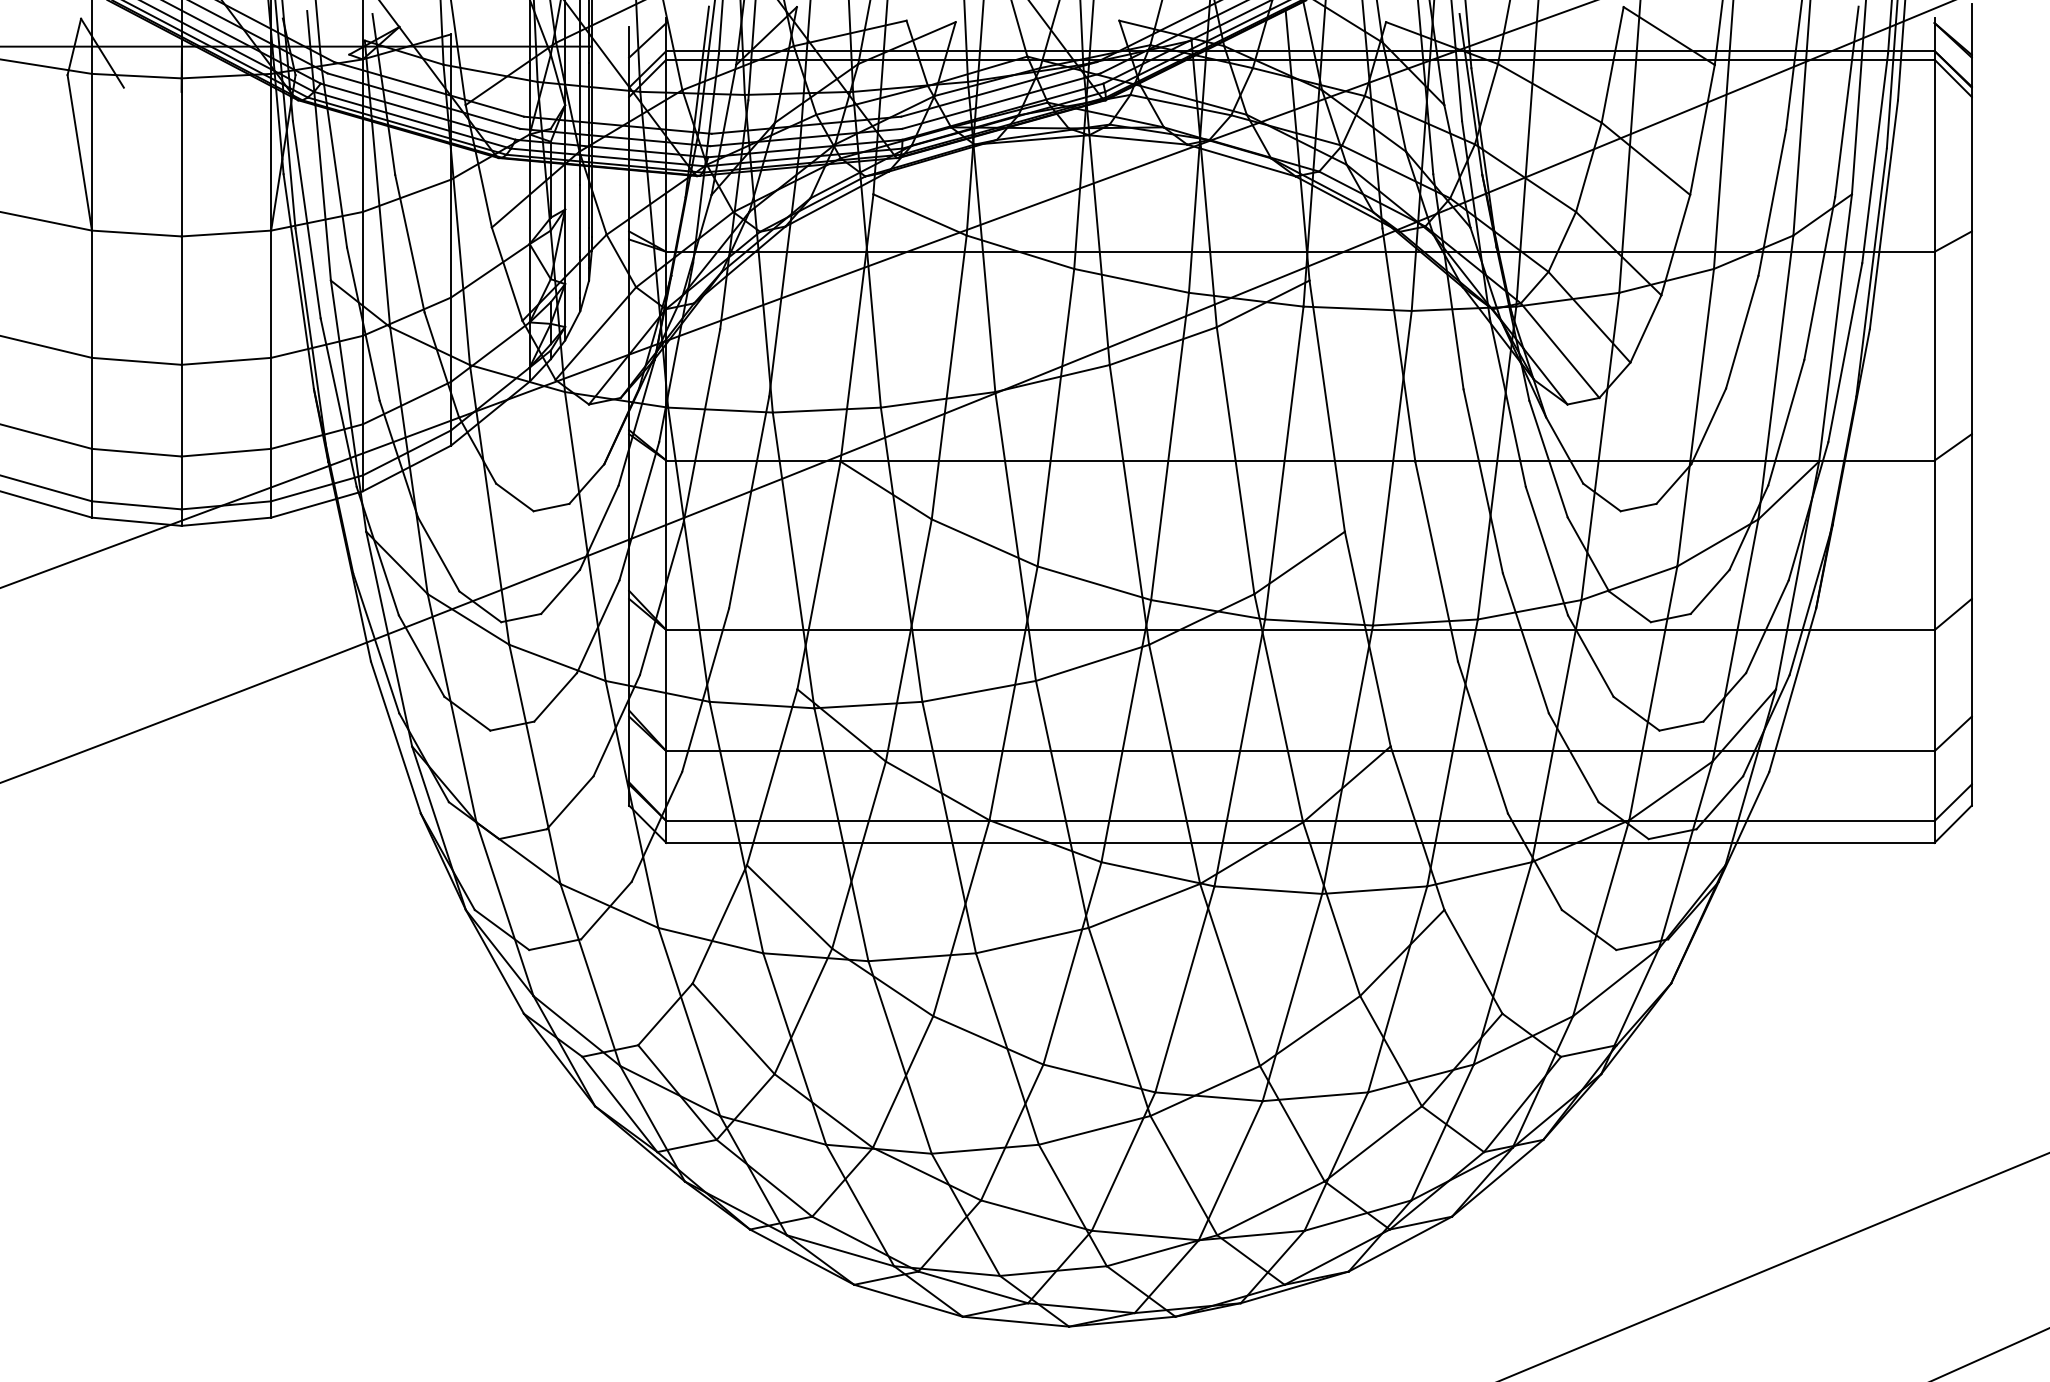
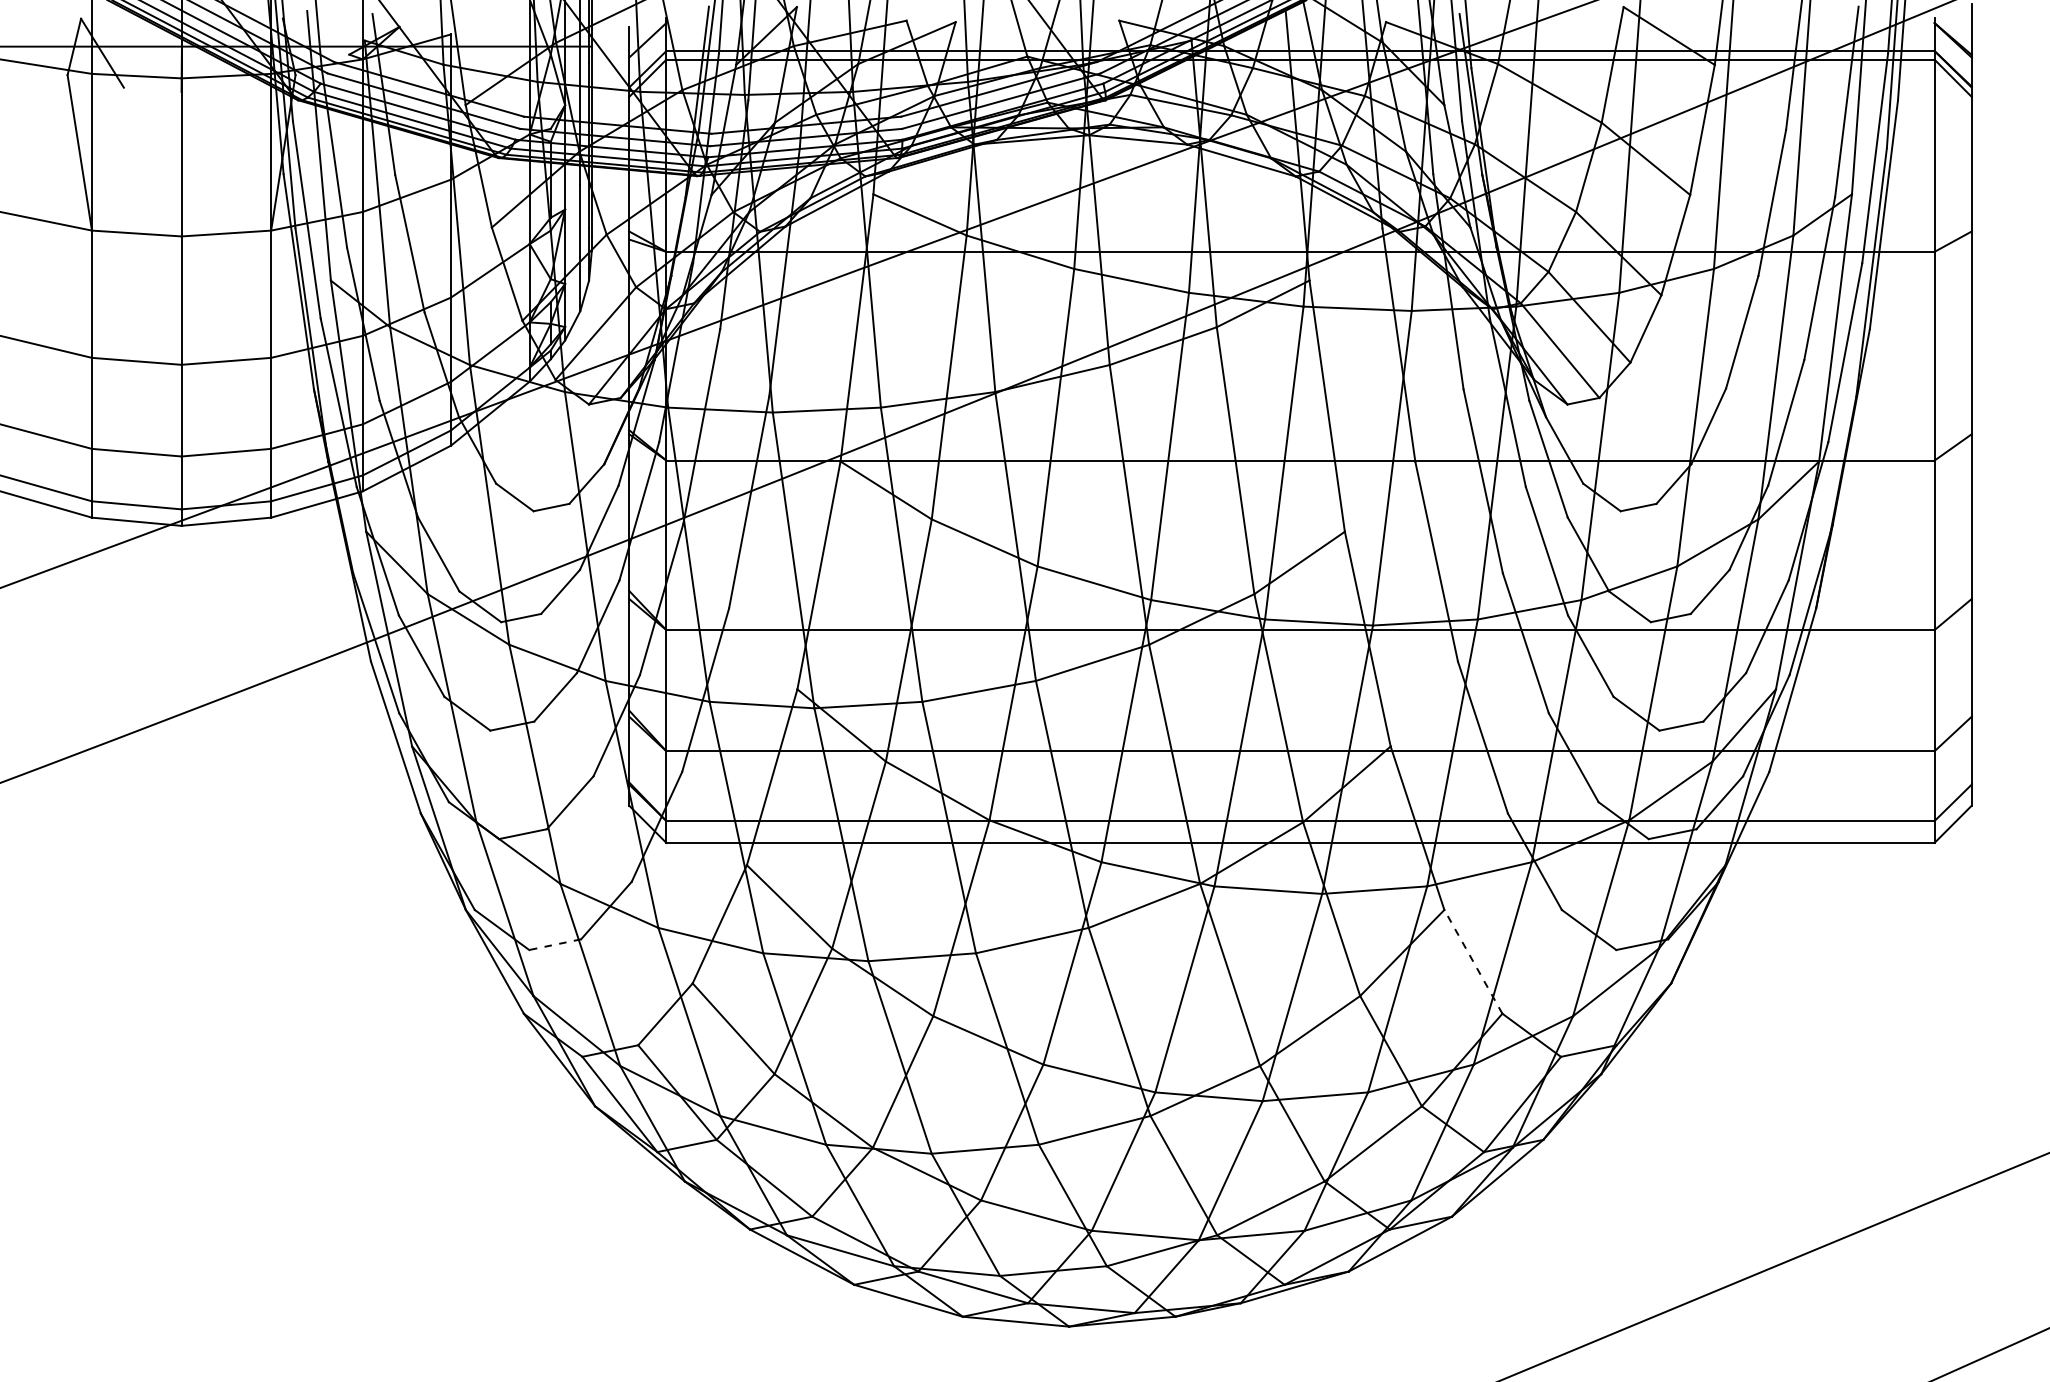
line at (554, 944): solid -> dashed
line at (1473, 961): solid -> dashed
